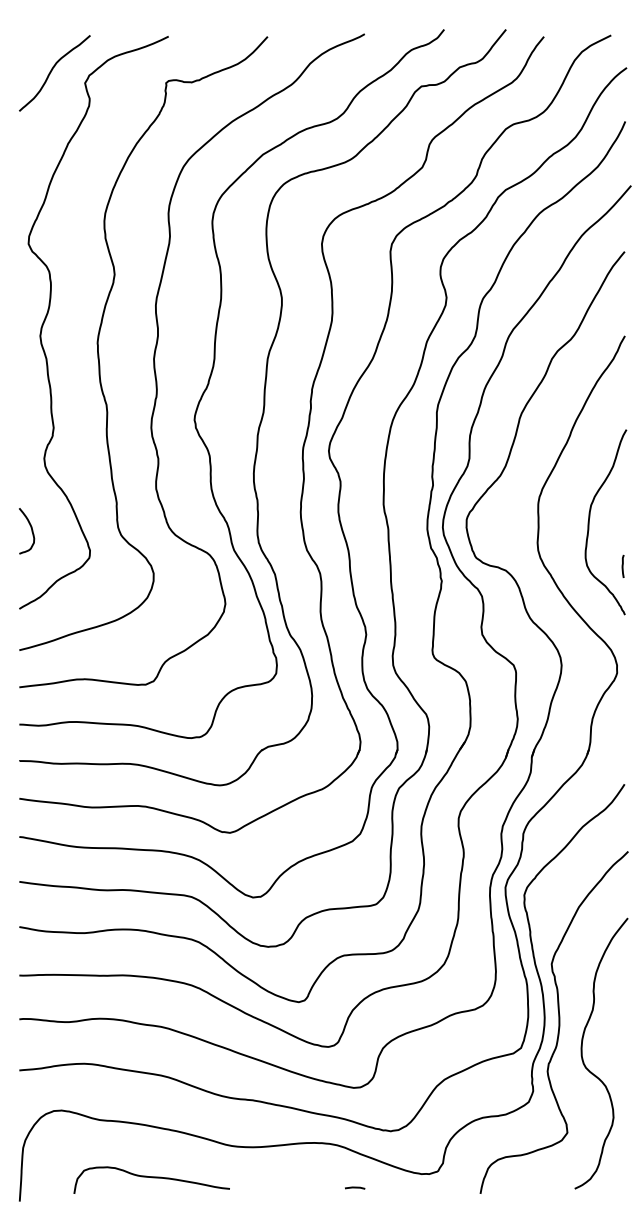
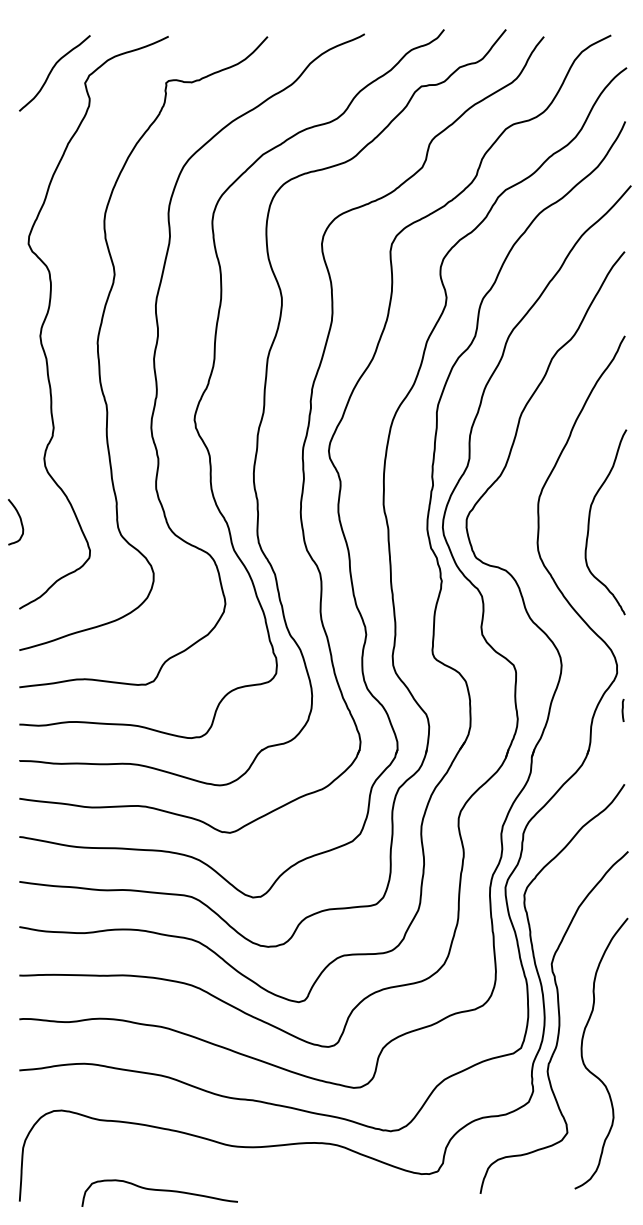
curve at (31, 531) position: (31, 531) -> (20, 522)
line at (622, 565) position: (622, 565) -> (622, 709)
curve at (152, 1178) position: (152, 1178) -> (160, 1191)
line at (355, 1187): present -> none
